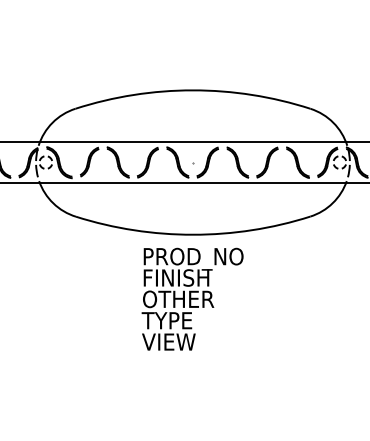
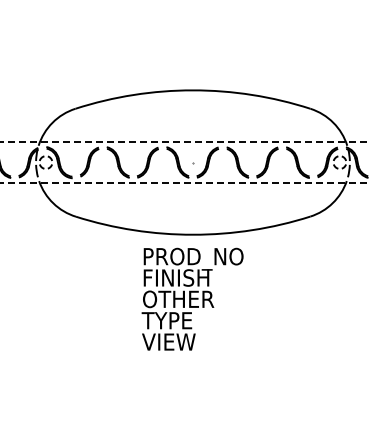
line at (185, 142): solid -> dashed
line at (185, 182): solid -> dashed
